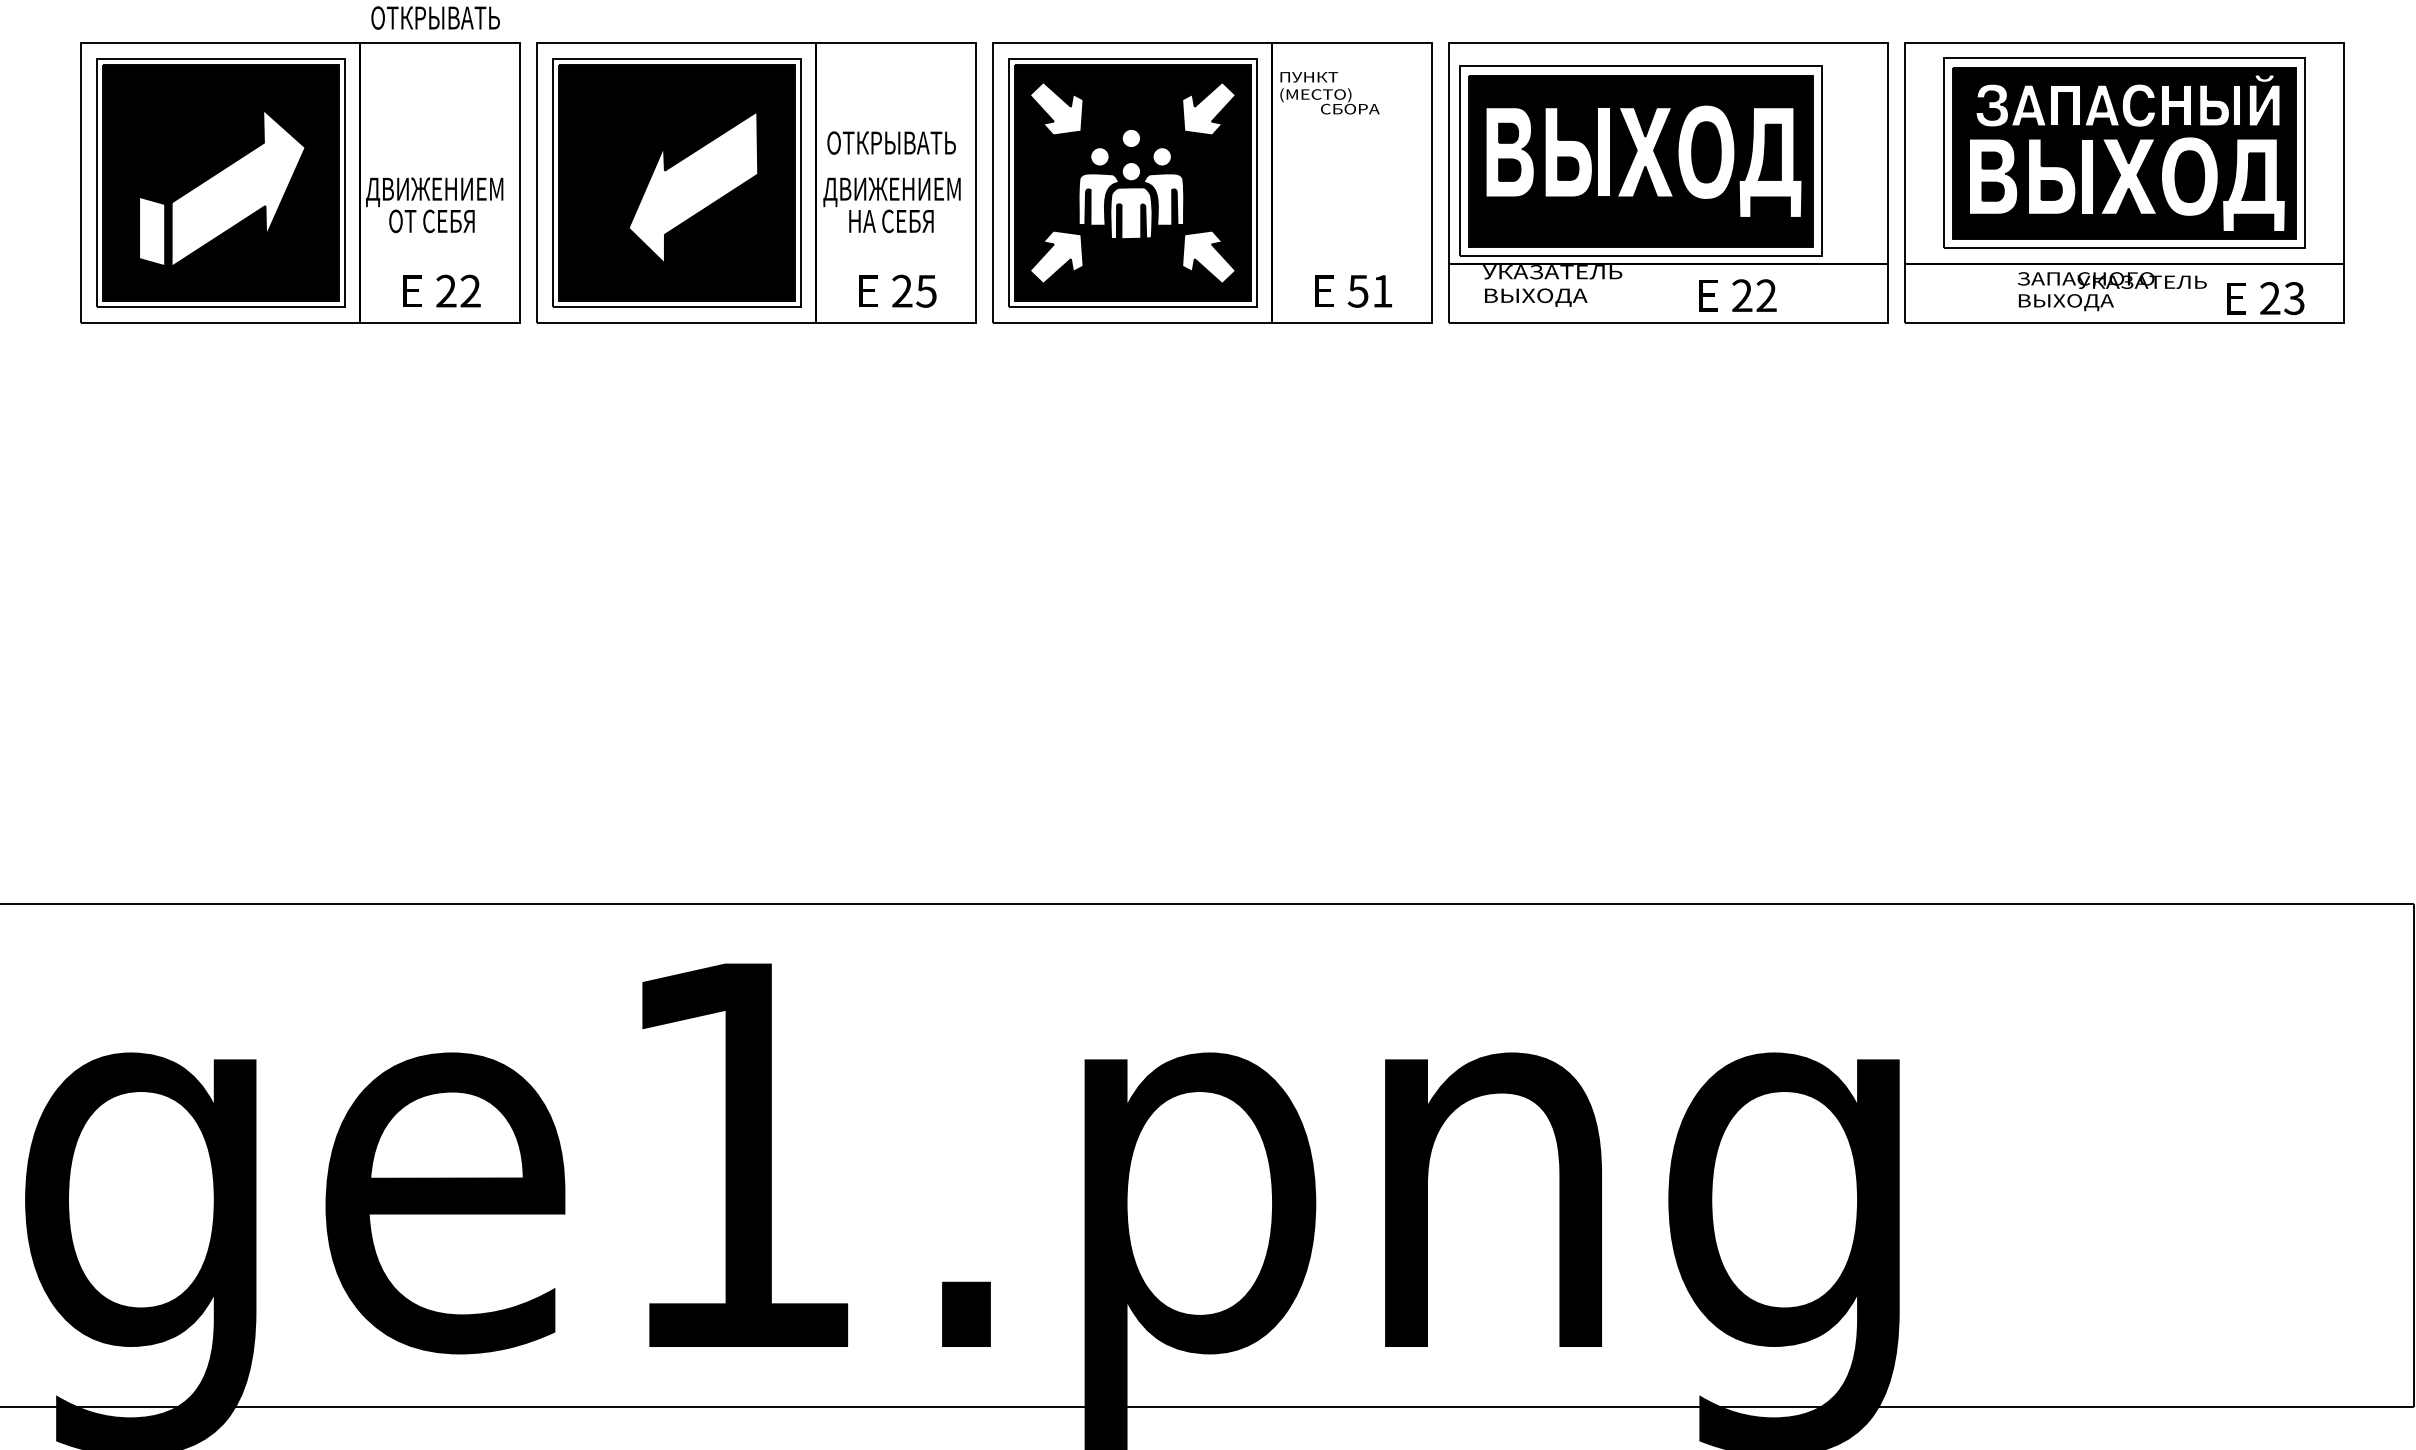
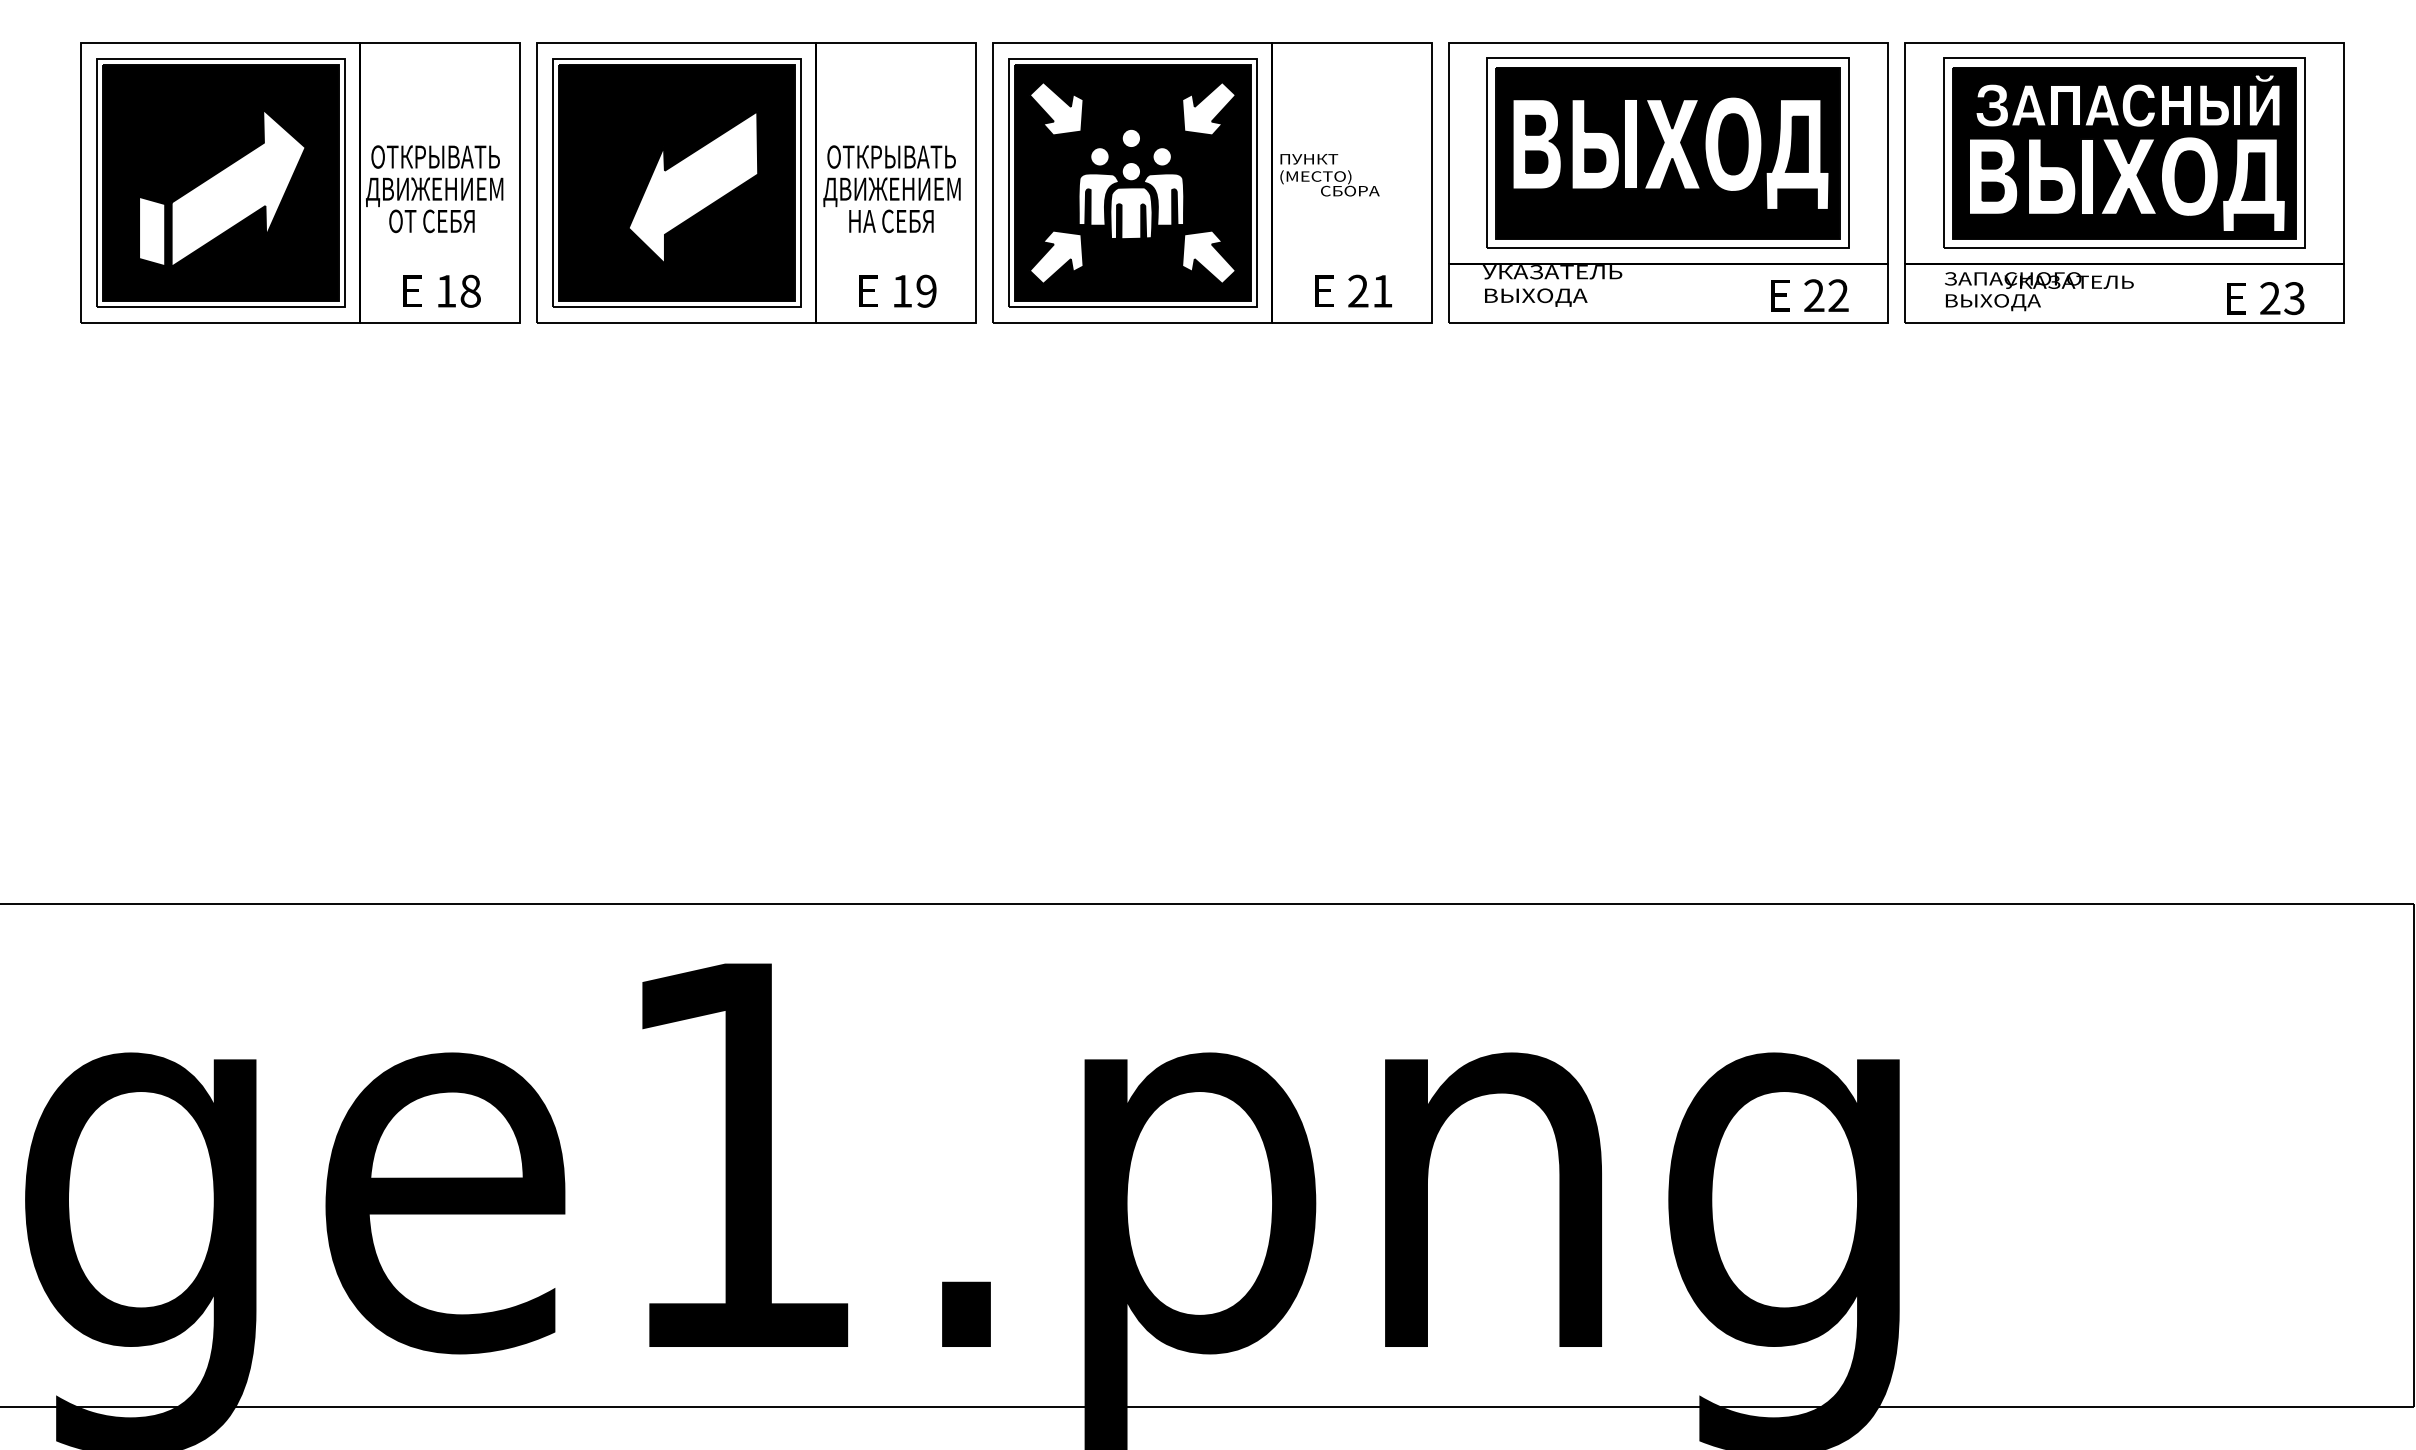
text at (435, 17) position: (435, 17) -> (435, 156)
text at (1329, 93) position: (1329, 93) -> (1329, 175)
text at (891, 142) position: (891, 142) -> (891, 156)
part at (1640, 160) position: (1640, 160) -> (1667, 152)
text at (458, 290): 22 -> 18
text at (914, 290): 25 -> 19
text at (1357, 290): 51 -> 21
text at (2112, 291) position: (2112, 291) -> (2039, 291)
text at (1737, 295) position: (1737, 295) -> (1809, 295)
